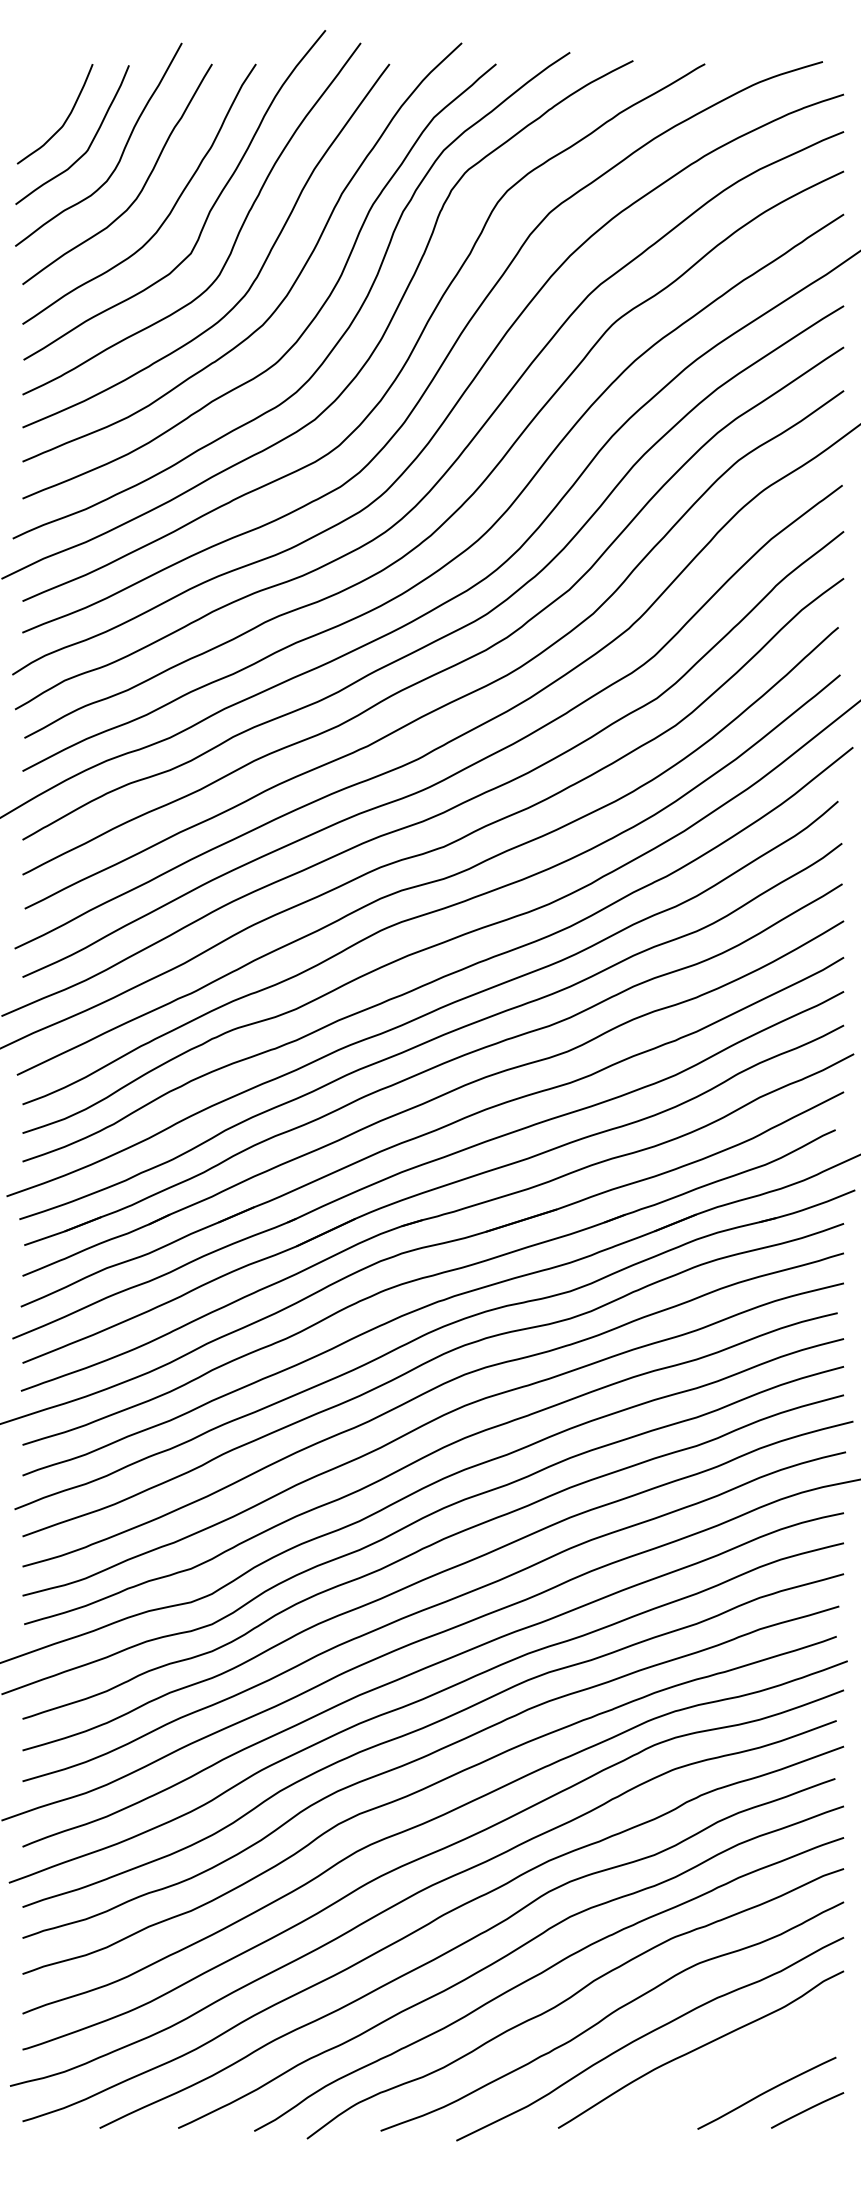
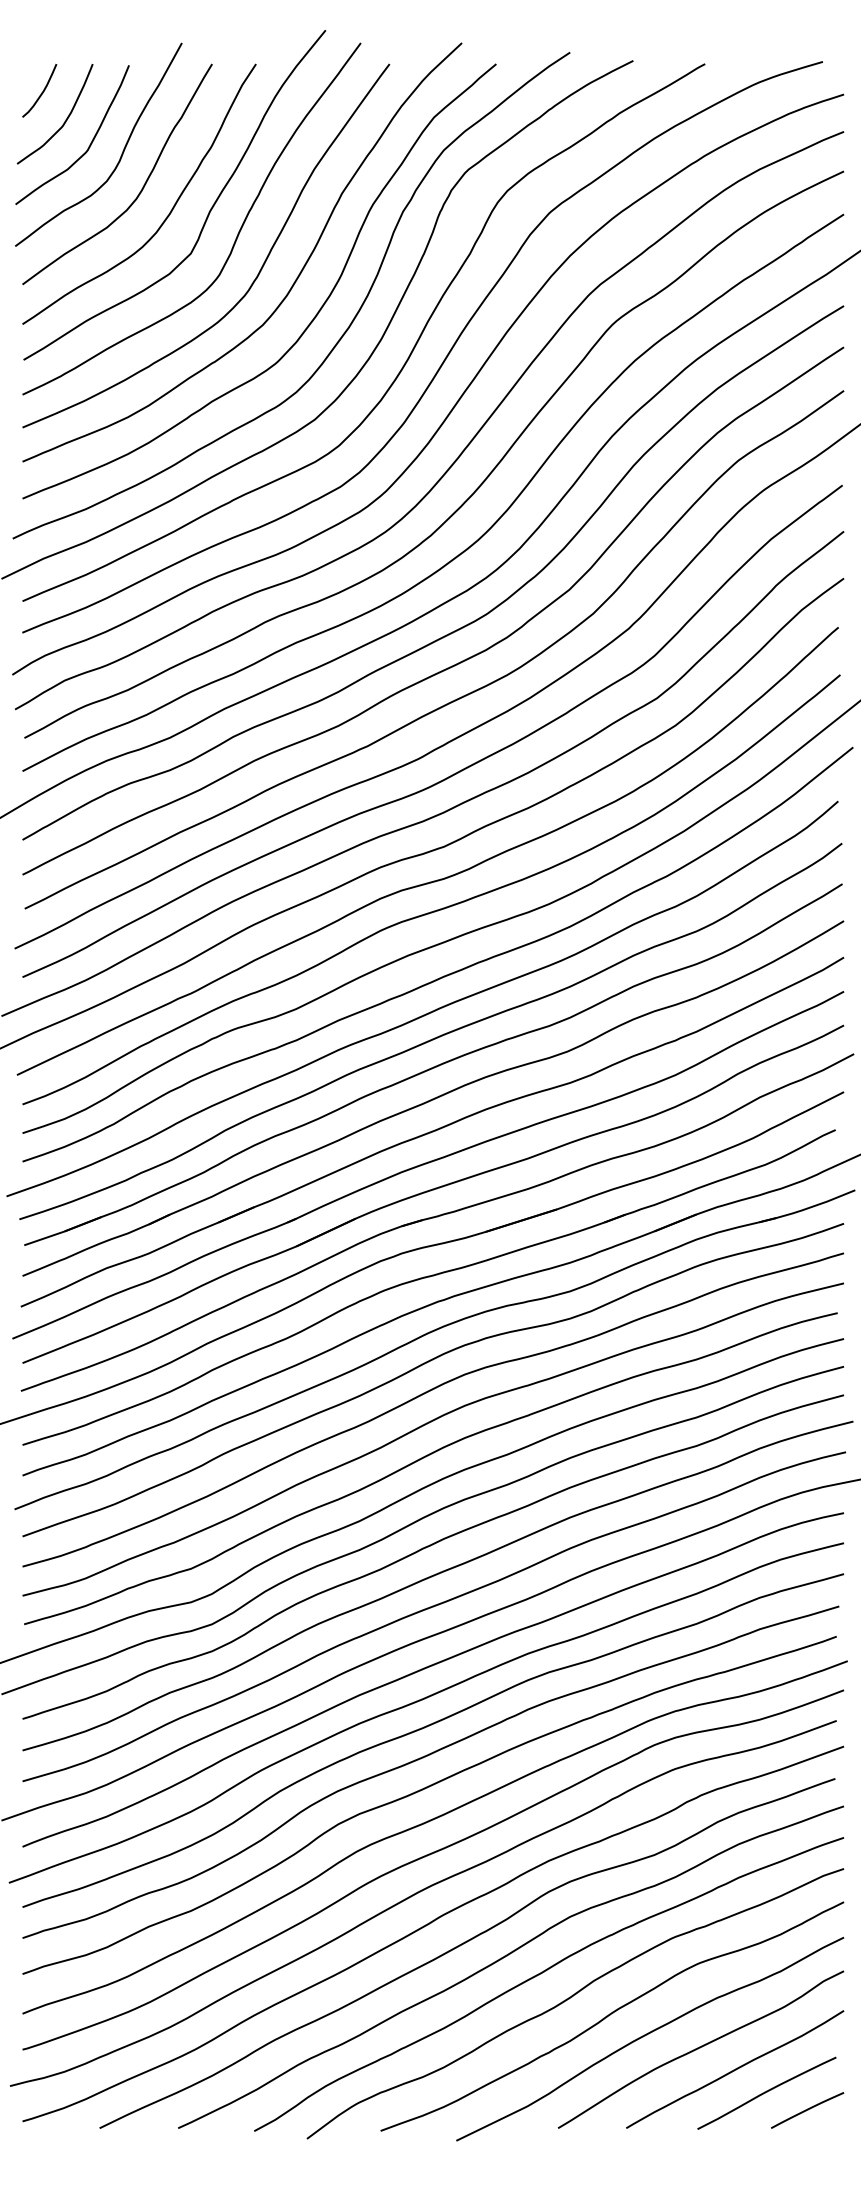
curve at (41, 92): none -> present
curve at (735, 2069): none -> present
